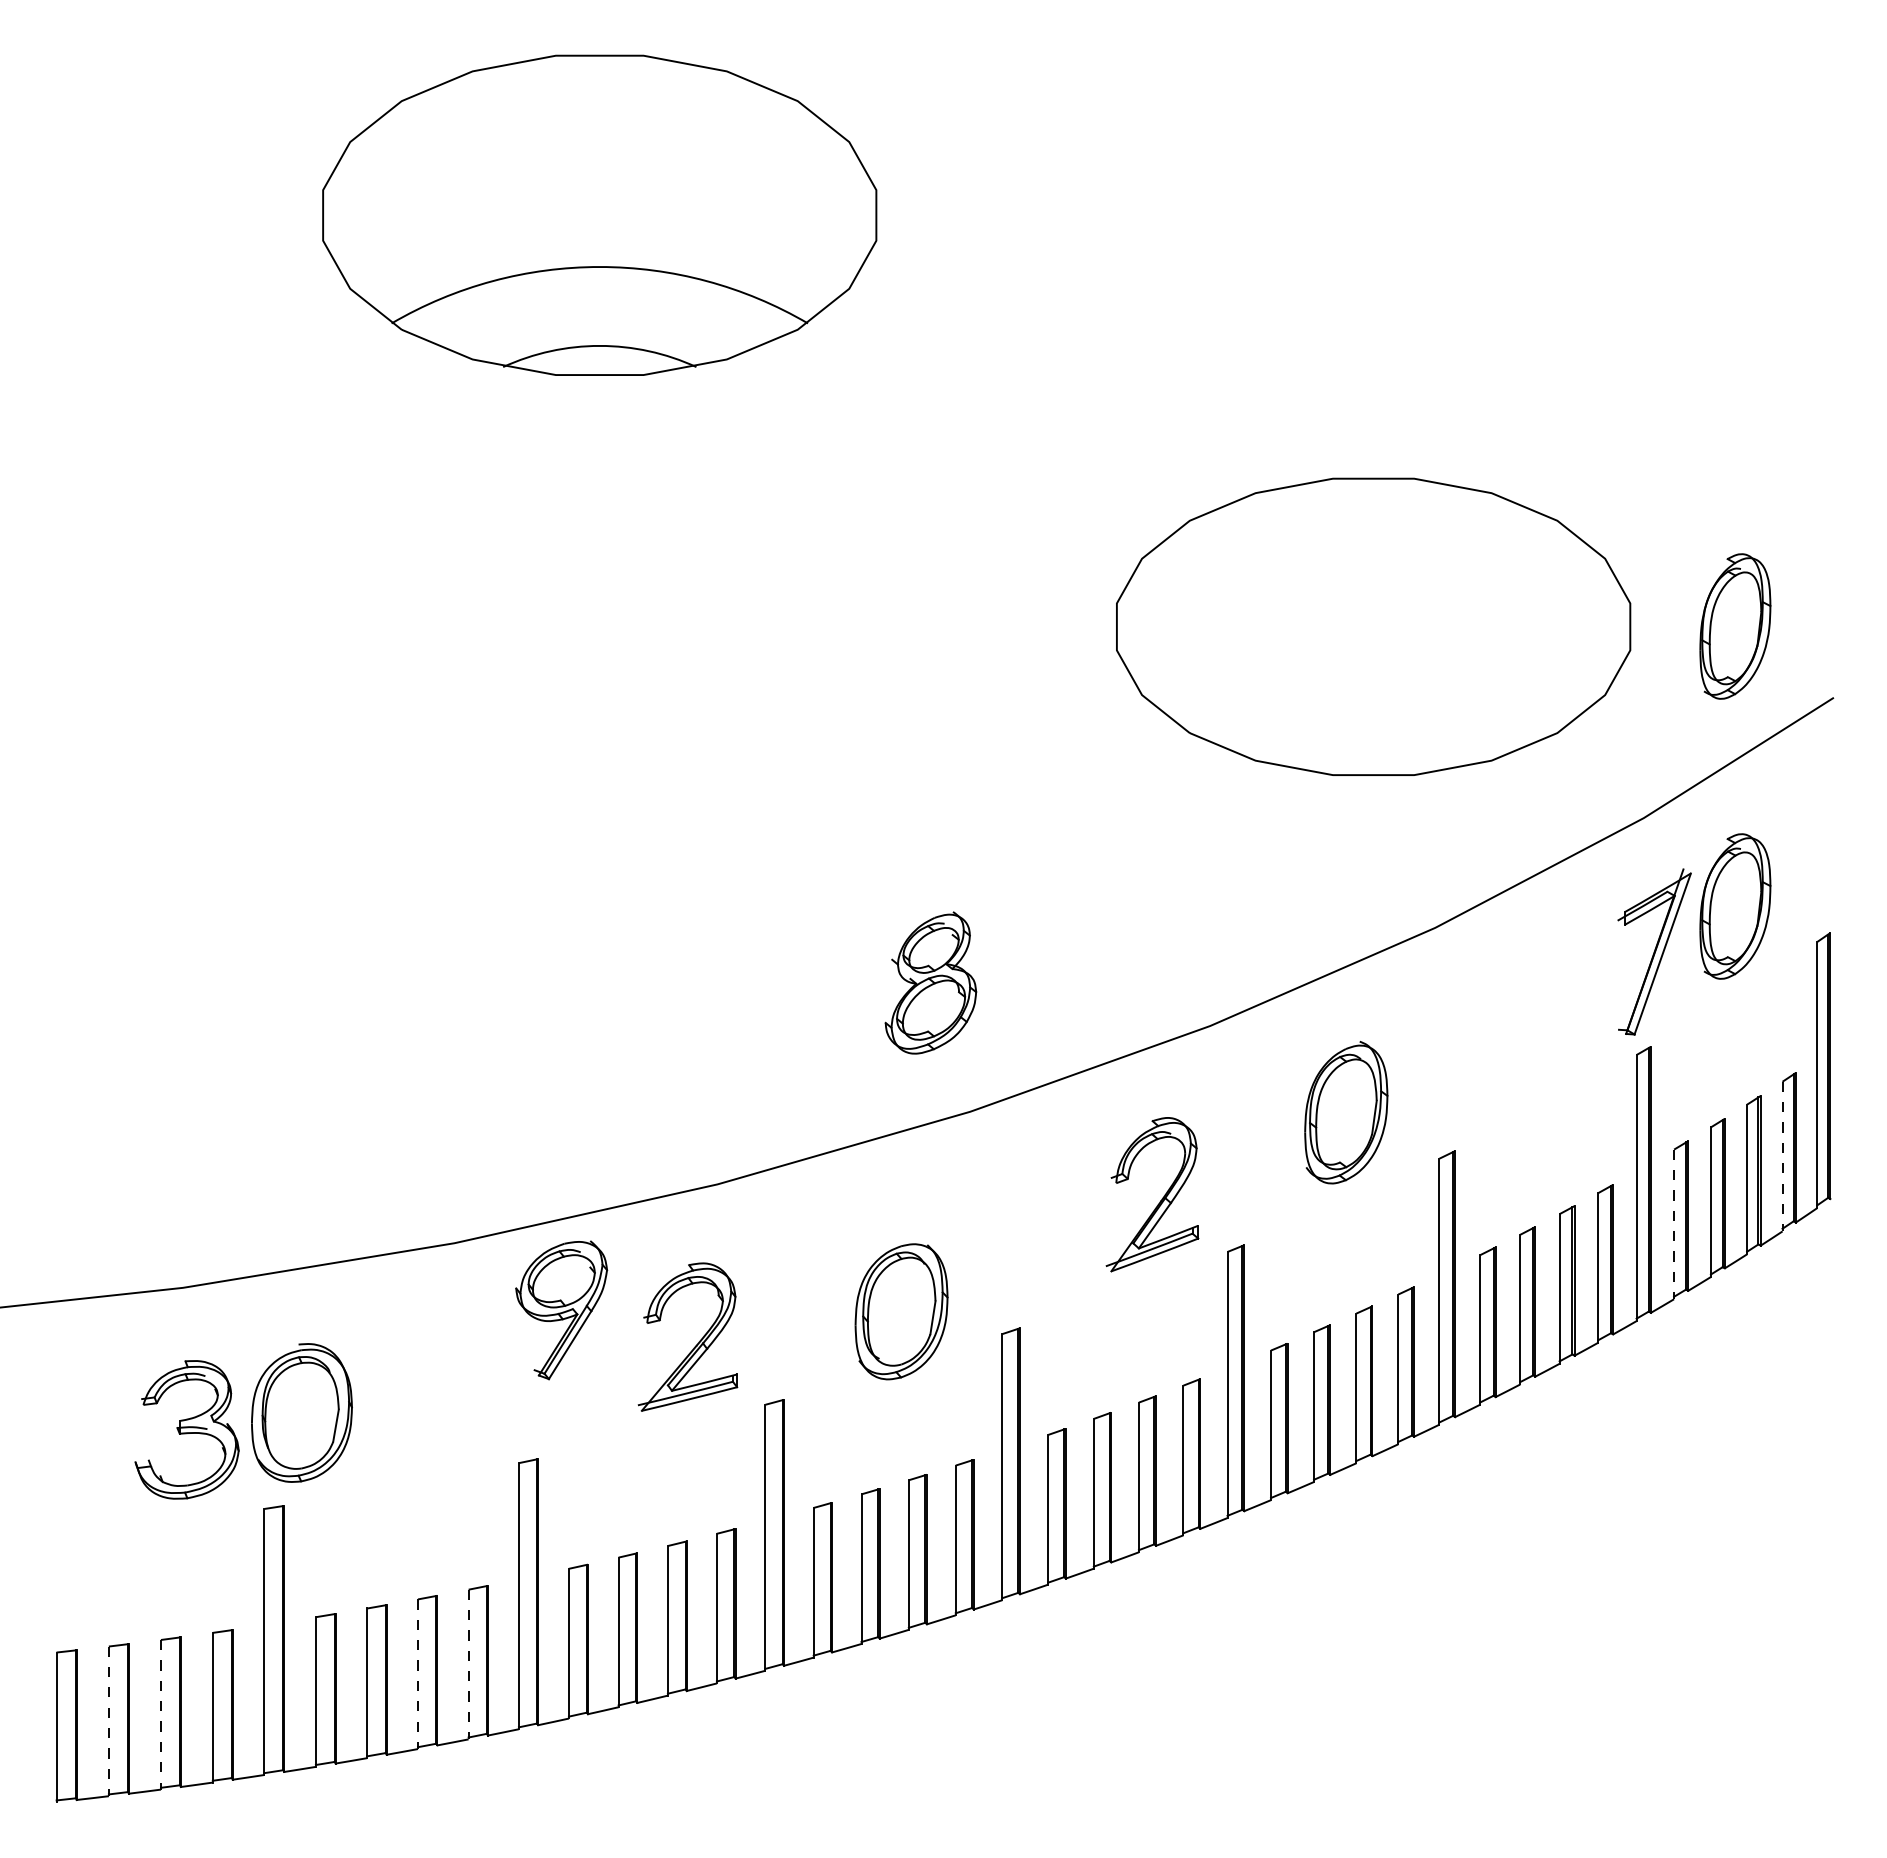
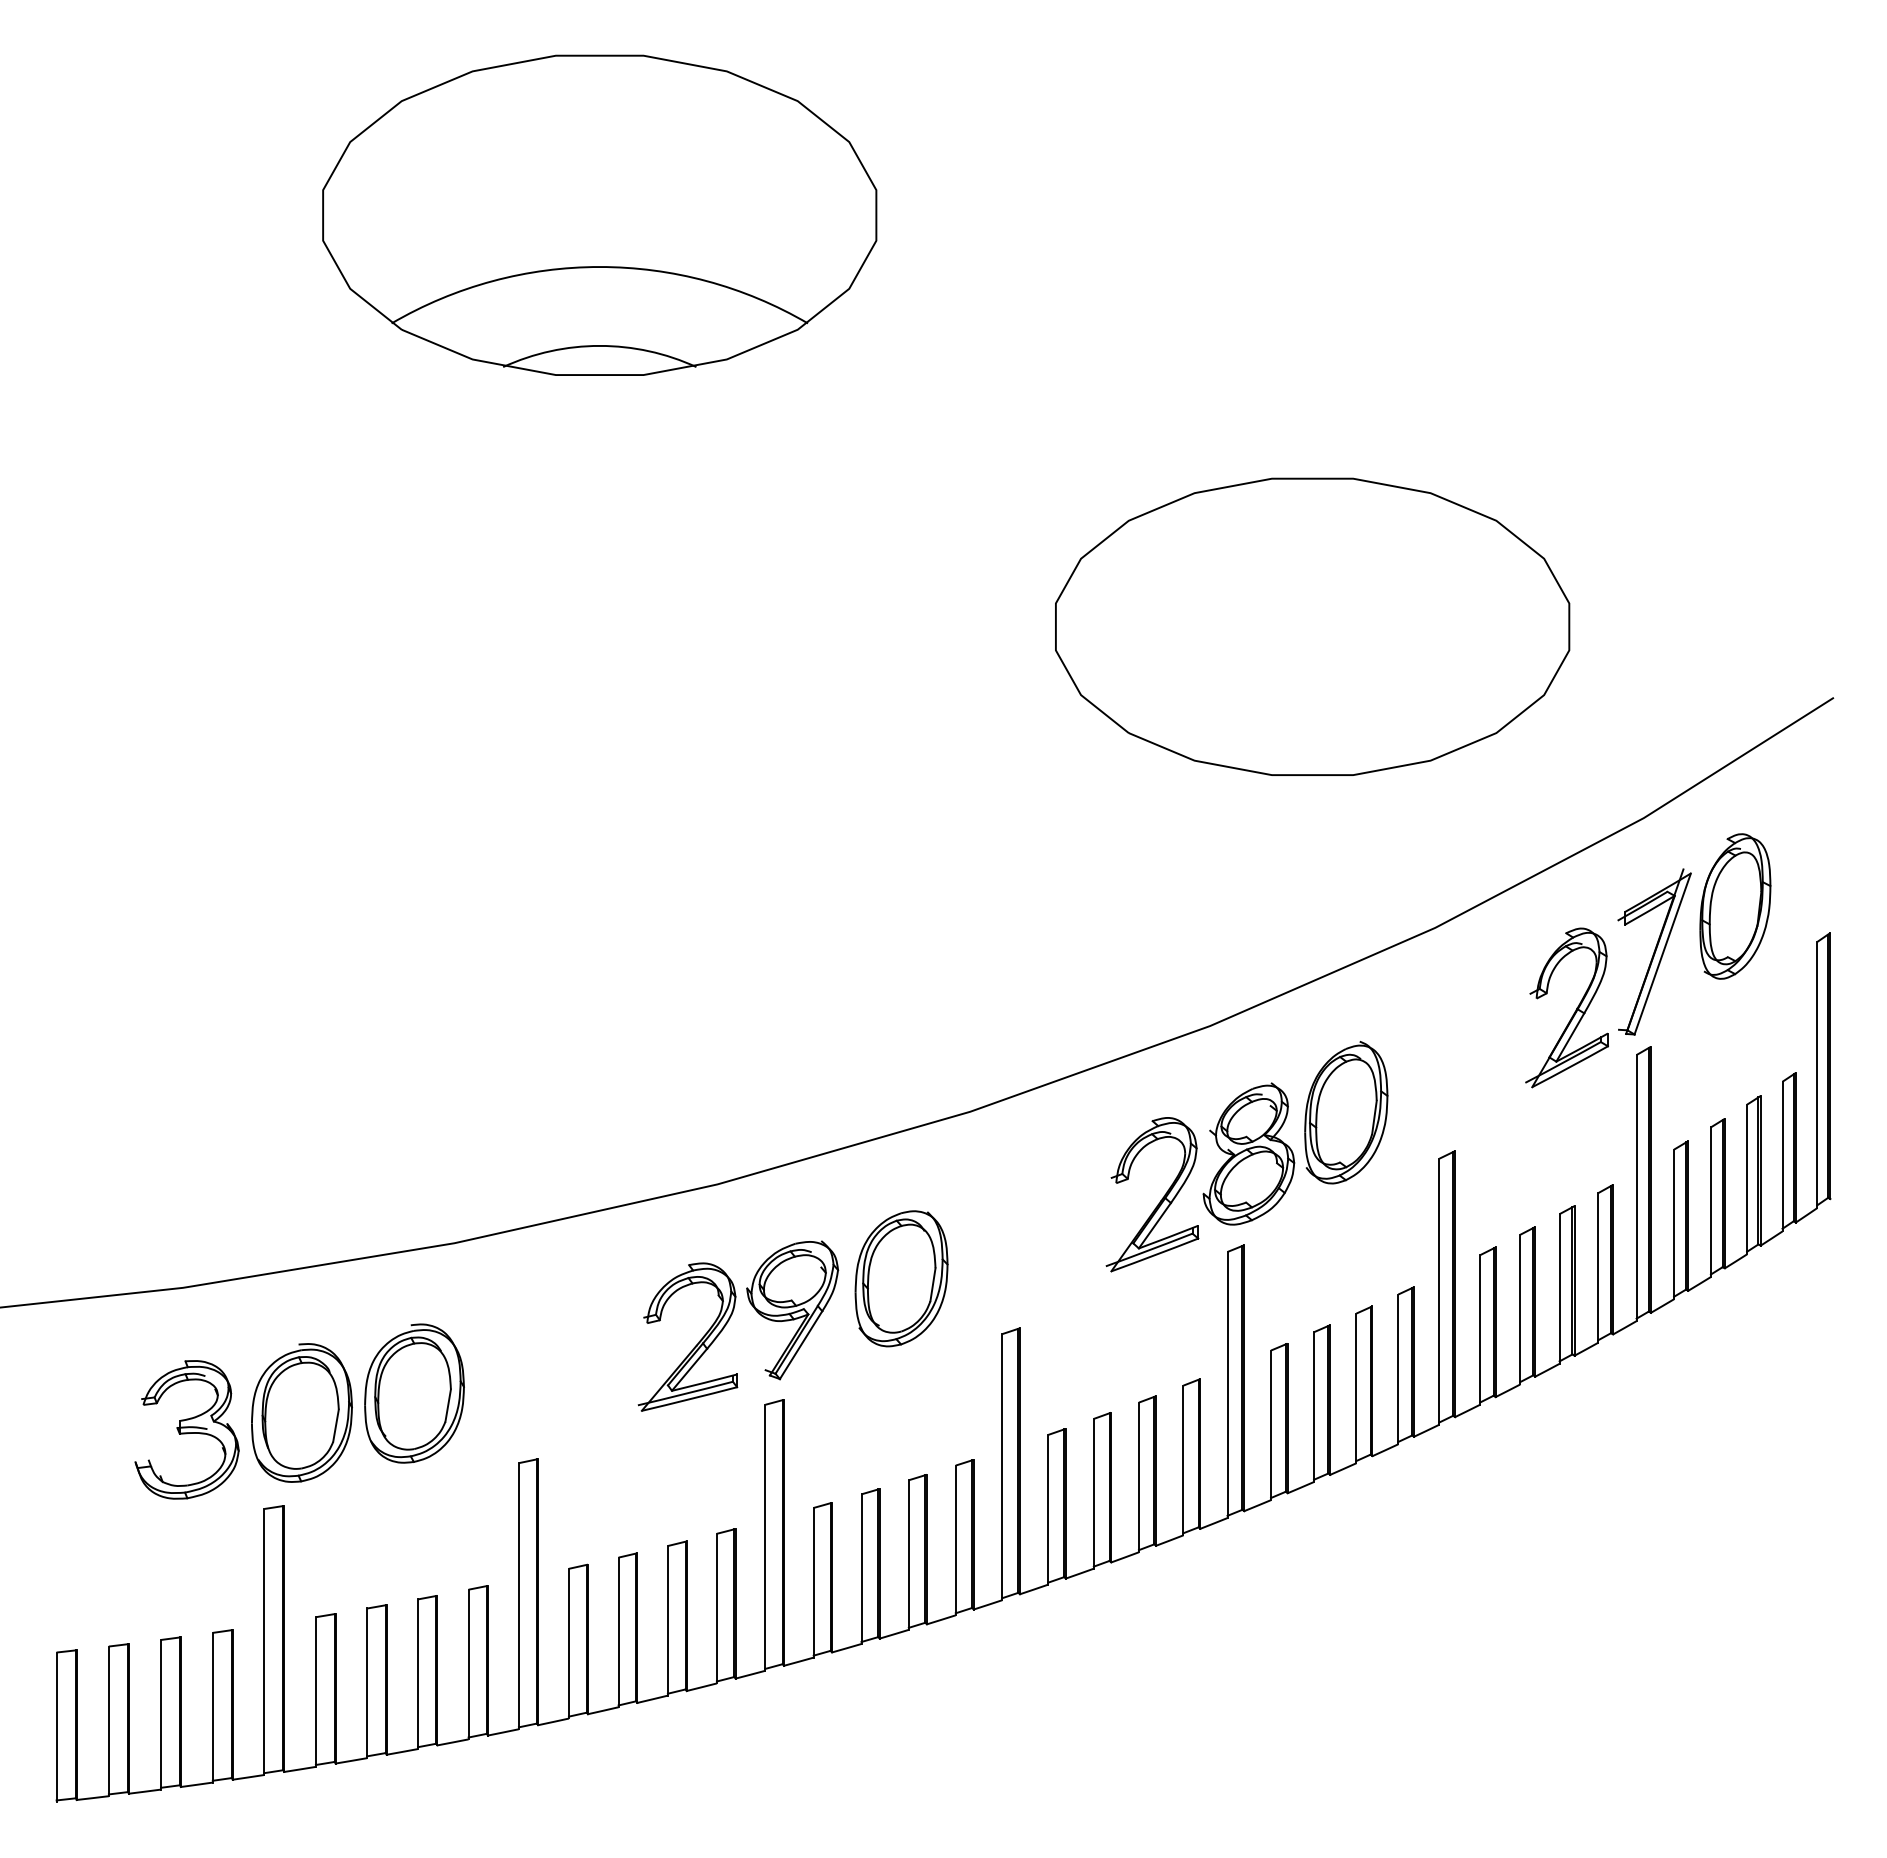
part at (1373, 626) position: (1373, 626) -> (1312, 626)
part at (1735, 626): present -> none
part at (930, 982) position: (930, 982) -> (1248, 1153)
part at (1574, 1011): none -> present
line at (1782, 1156): dashed -> solid
line at (1674, 1224): dashed -> solid
part at (561, 1310) position: (561, 1310) -> (792, 1310)
part at (901, 1311) position: (901, 1311) -> (901, 1278)
part at (414, 1393): none -> present
line at (468, 1664): dashed -> solid
line at (418, 1674): dashed -> solid
line at (161, 1714): dashed -> solid
line at (108, 1721): dashed -> solid
